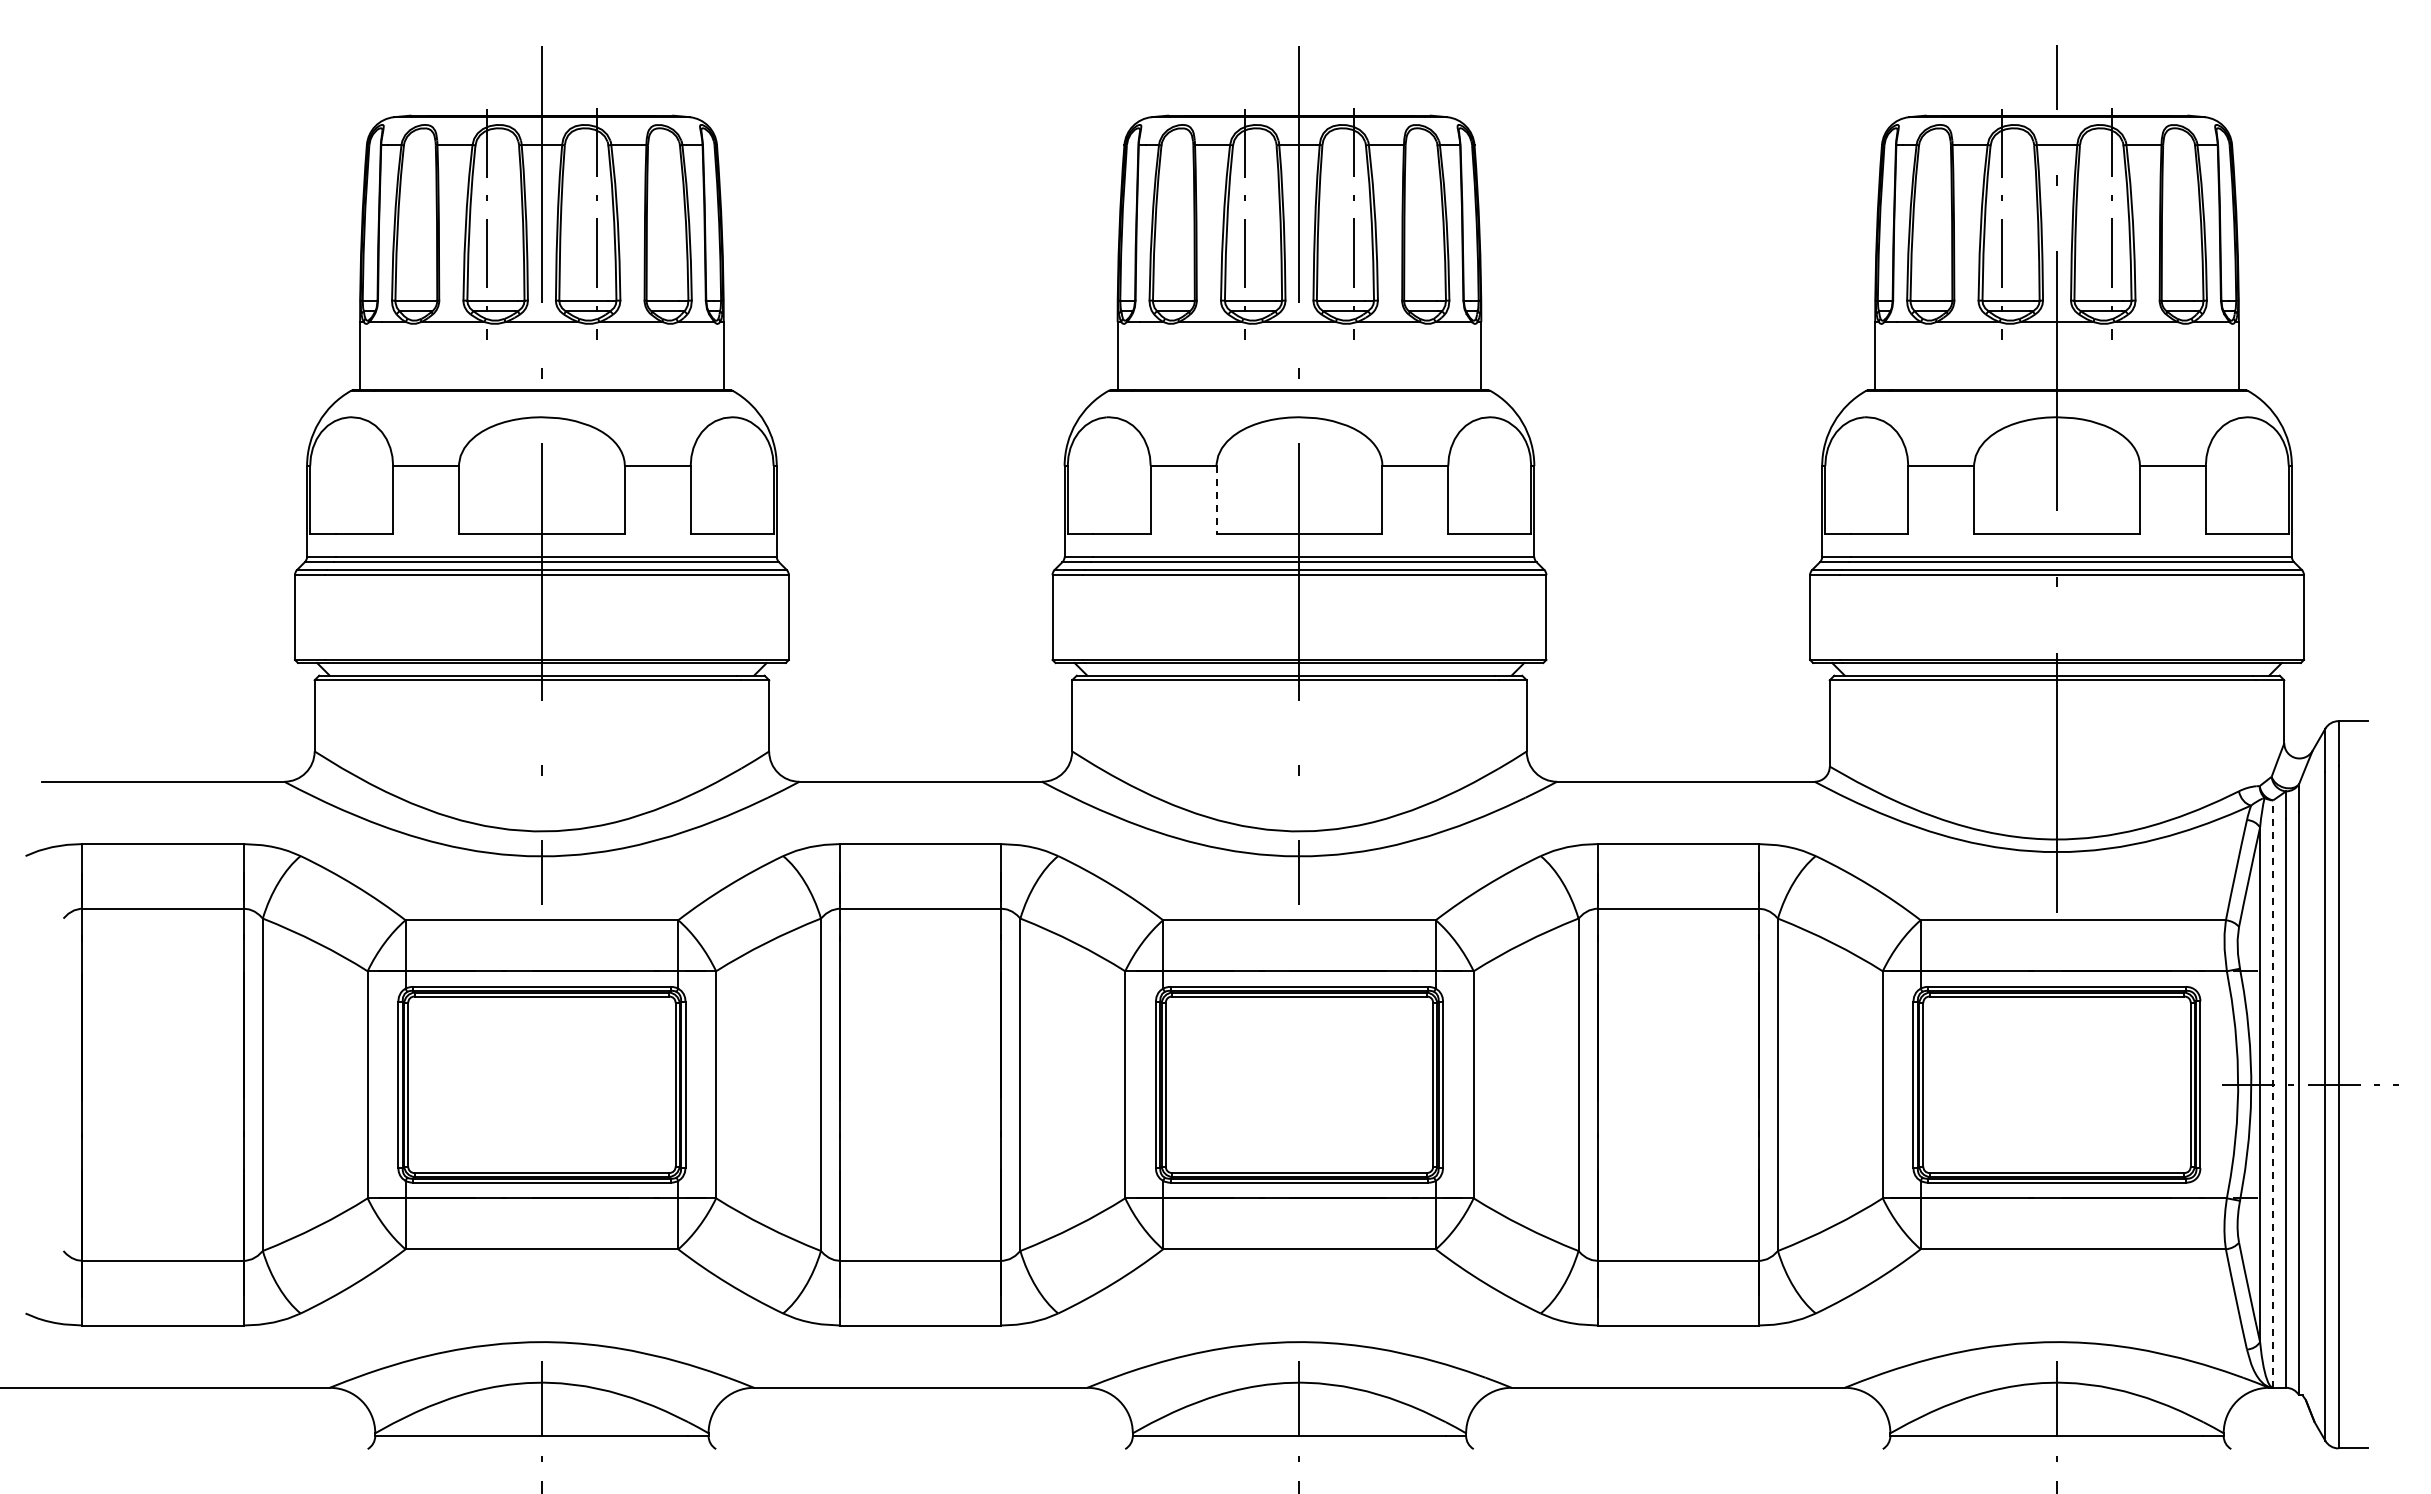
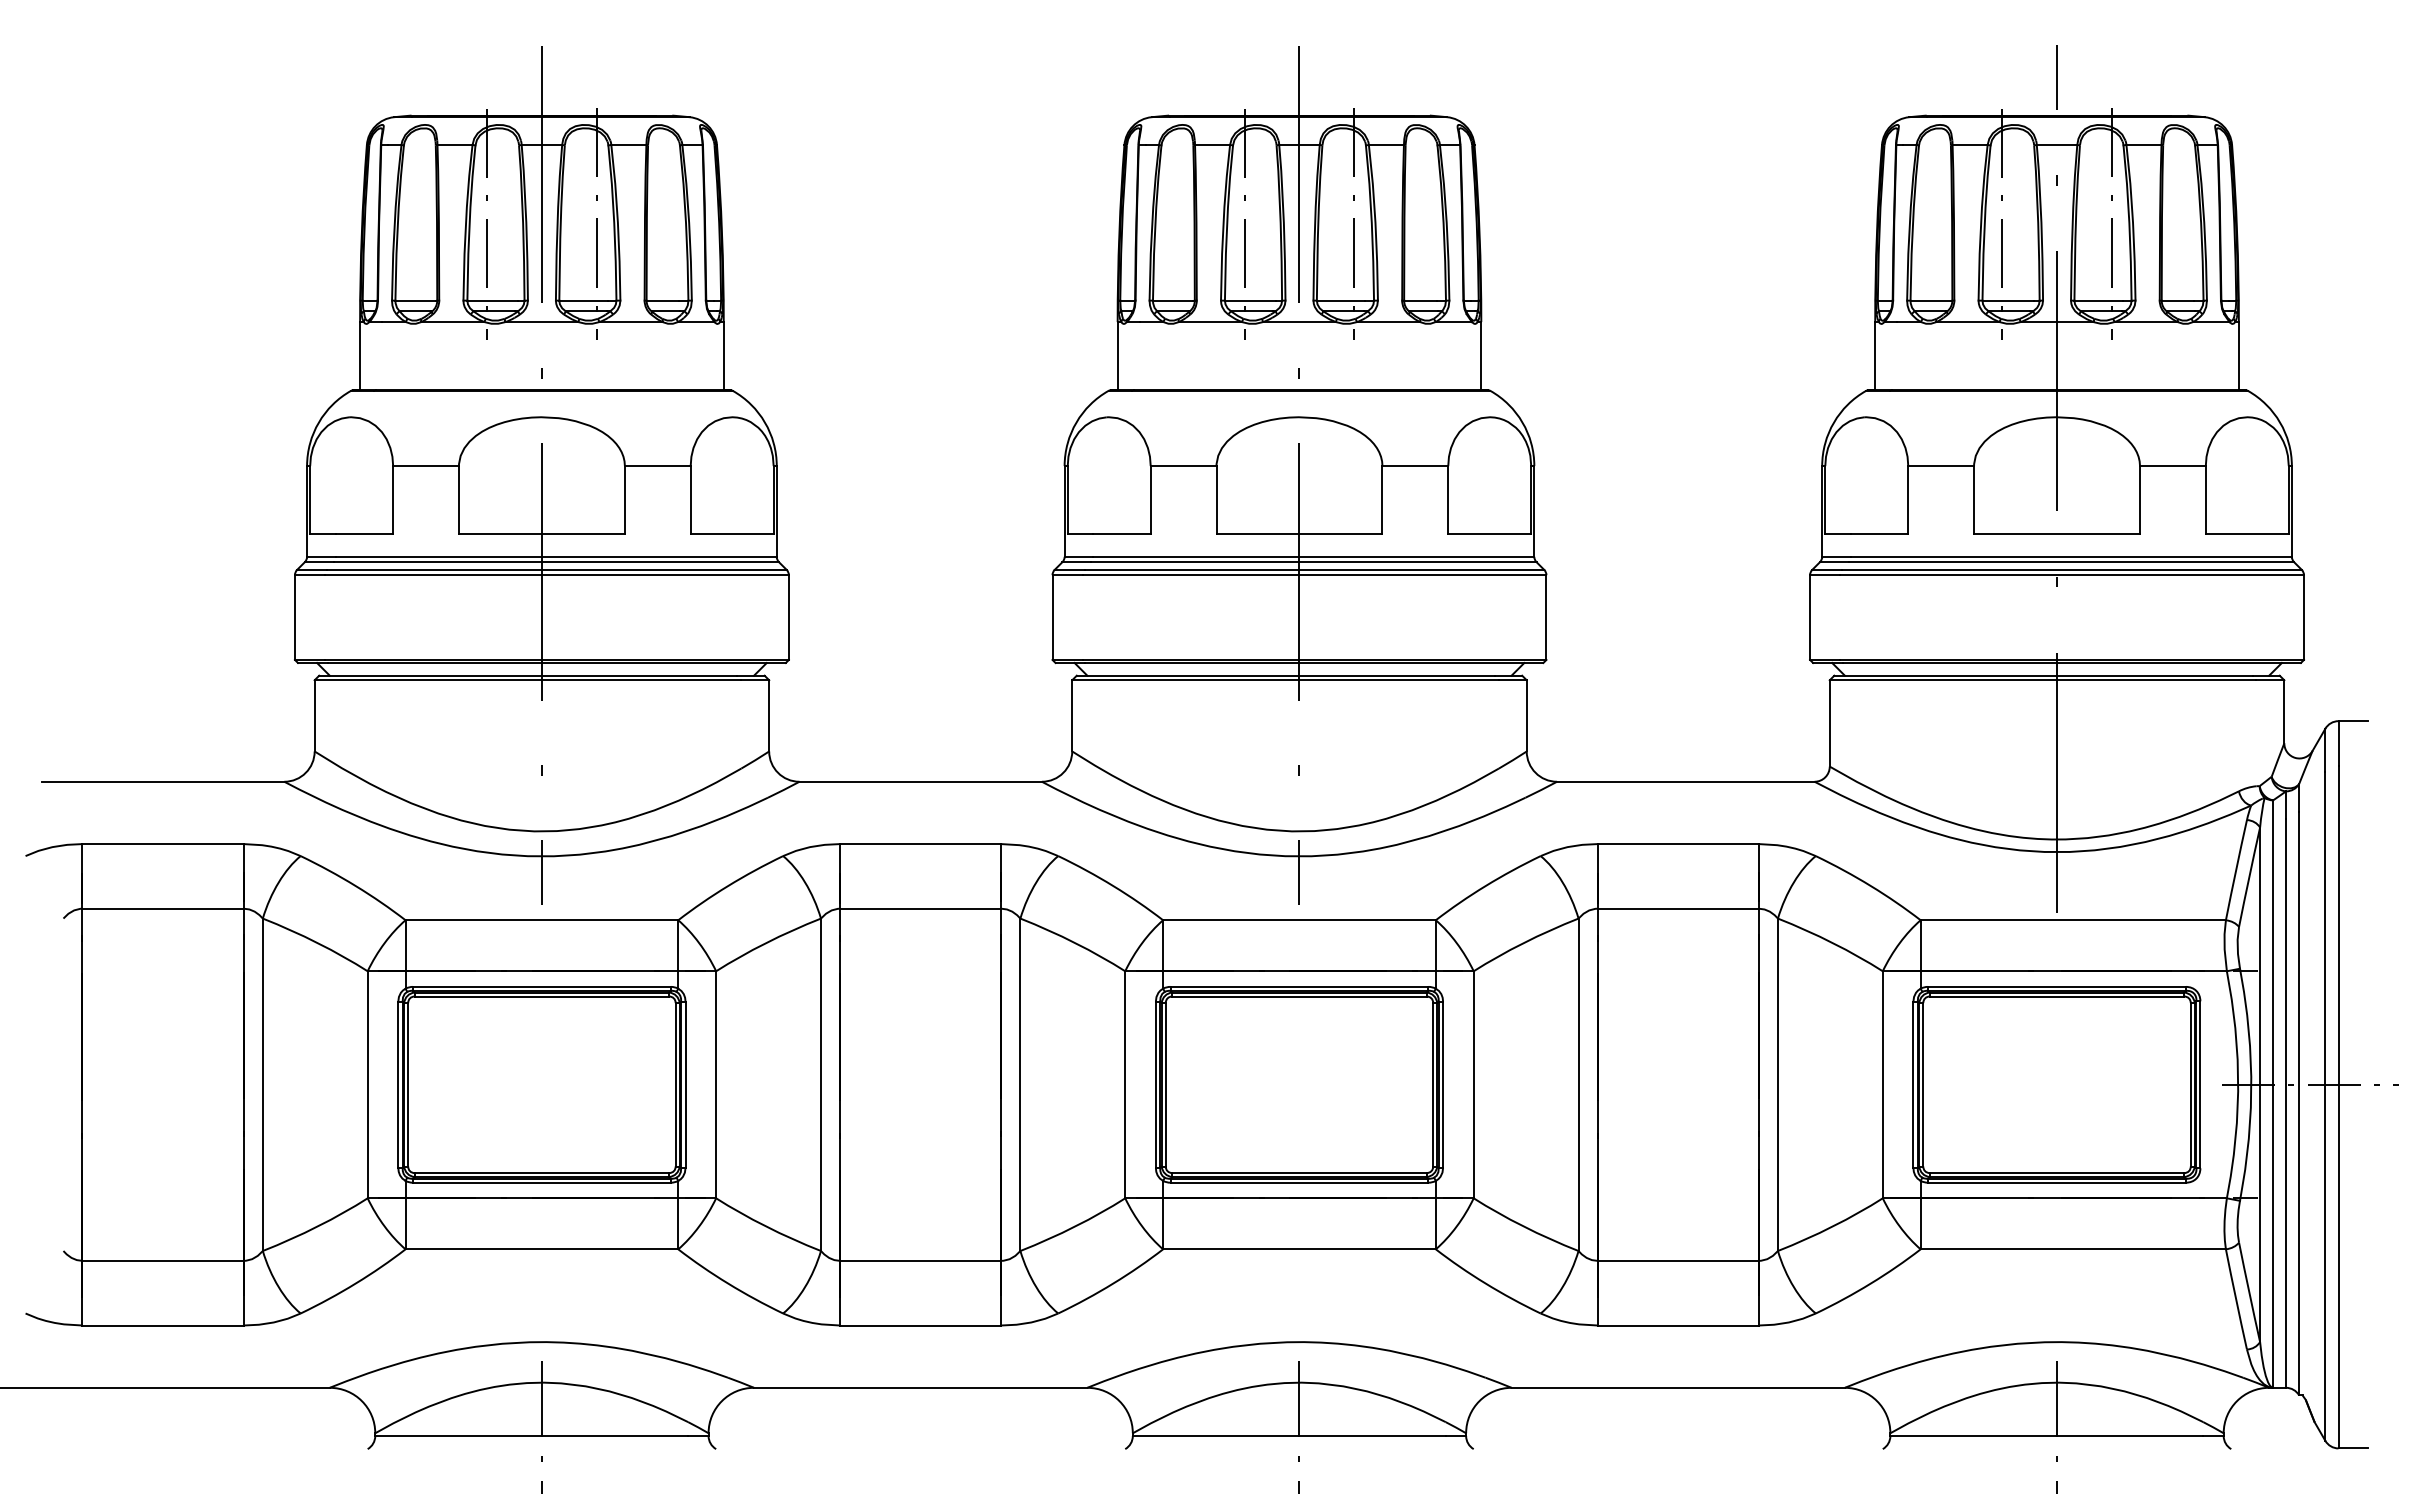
line at (1216, 500): dashed -> solid
line at (2273, 1094): dashed -> solid
